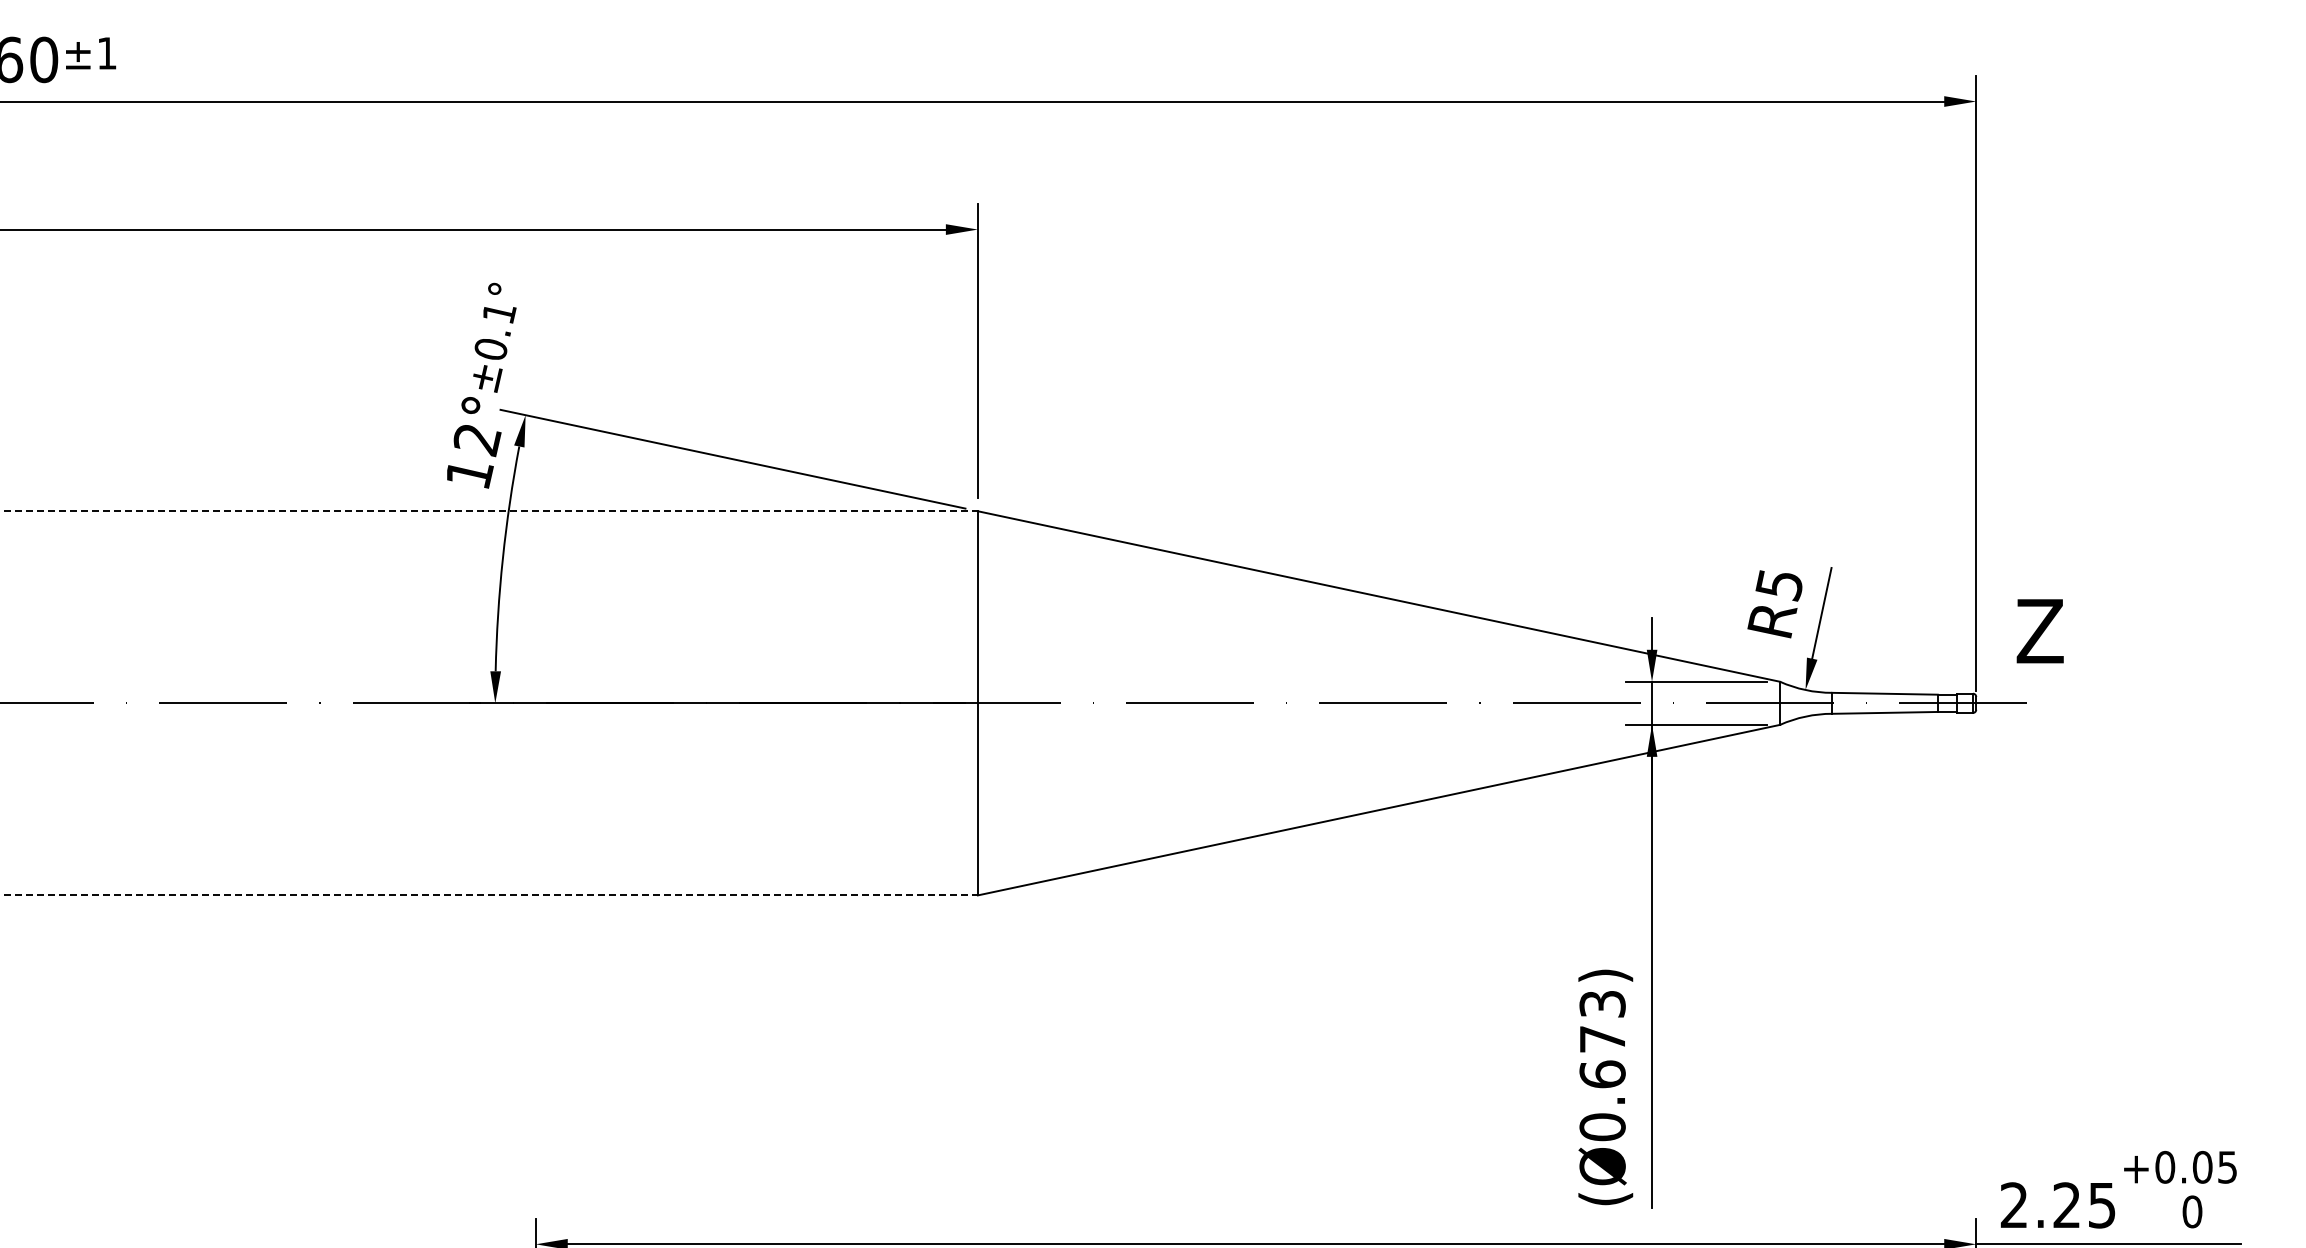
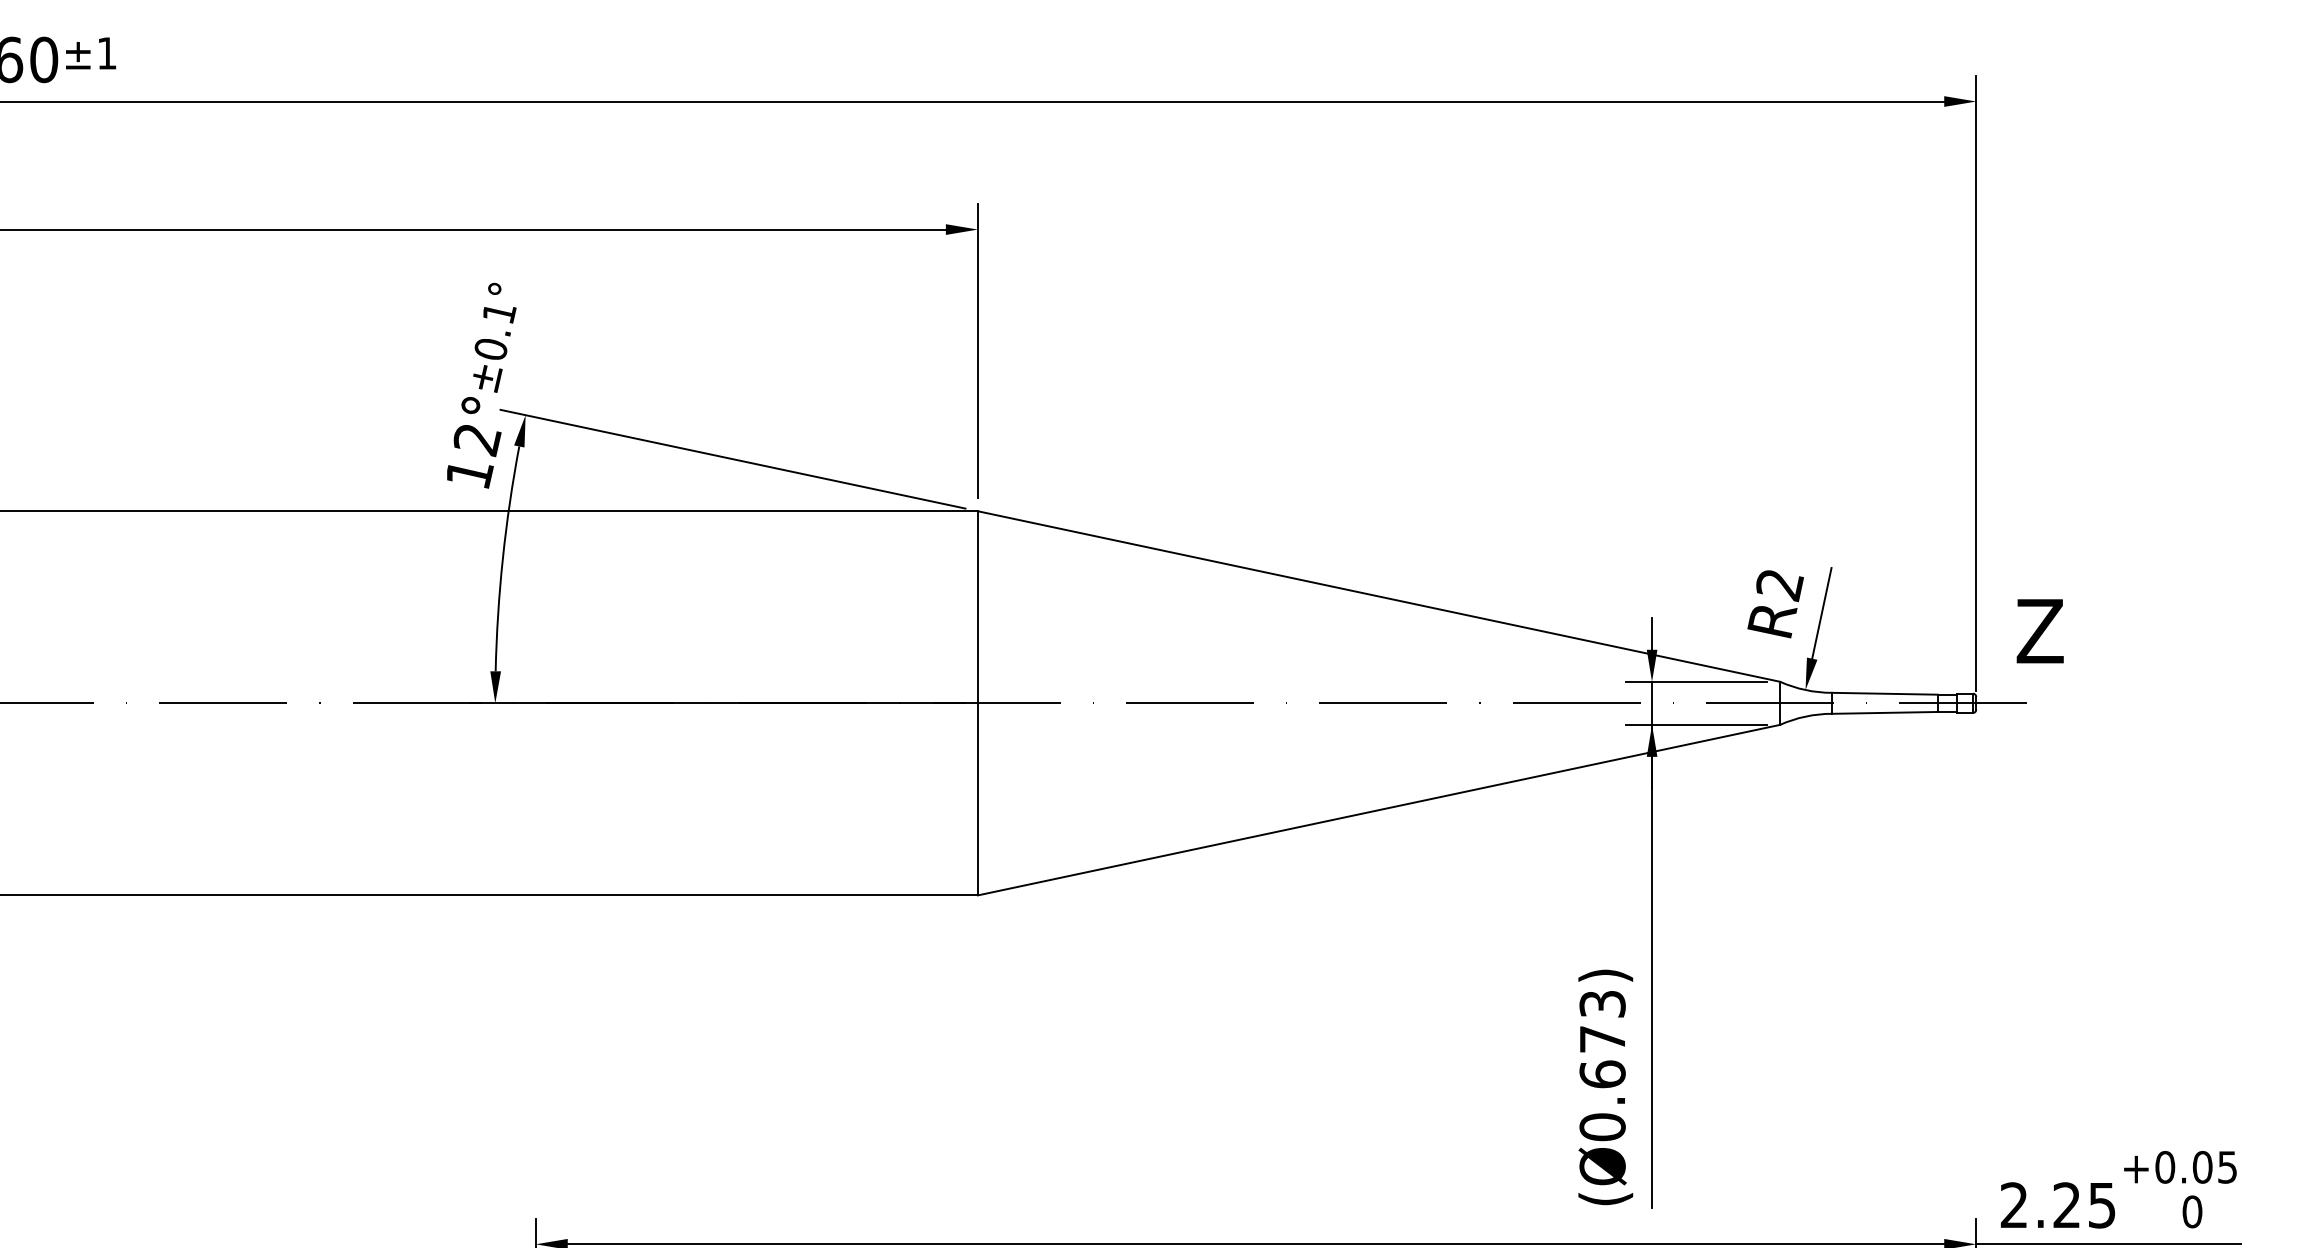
line at (489, 511): dashed -> solid
text at (1779, 586): R5 -> R2
line at (489, 895): dashed -> solid
